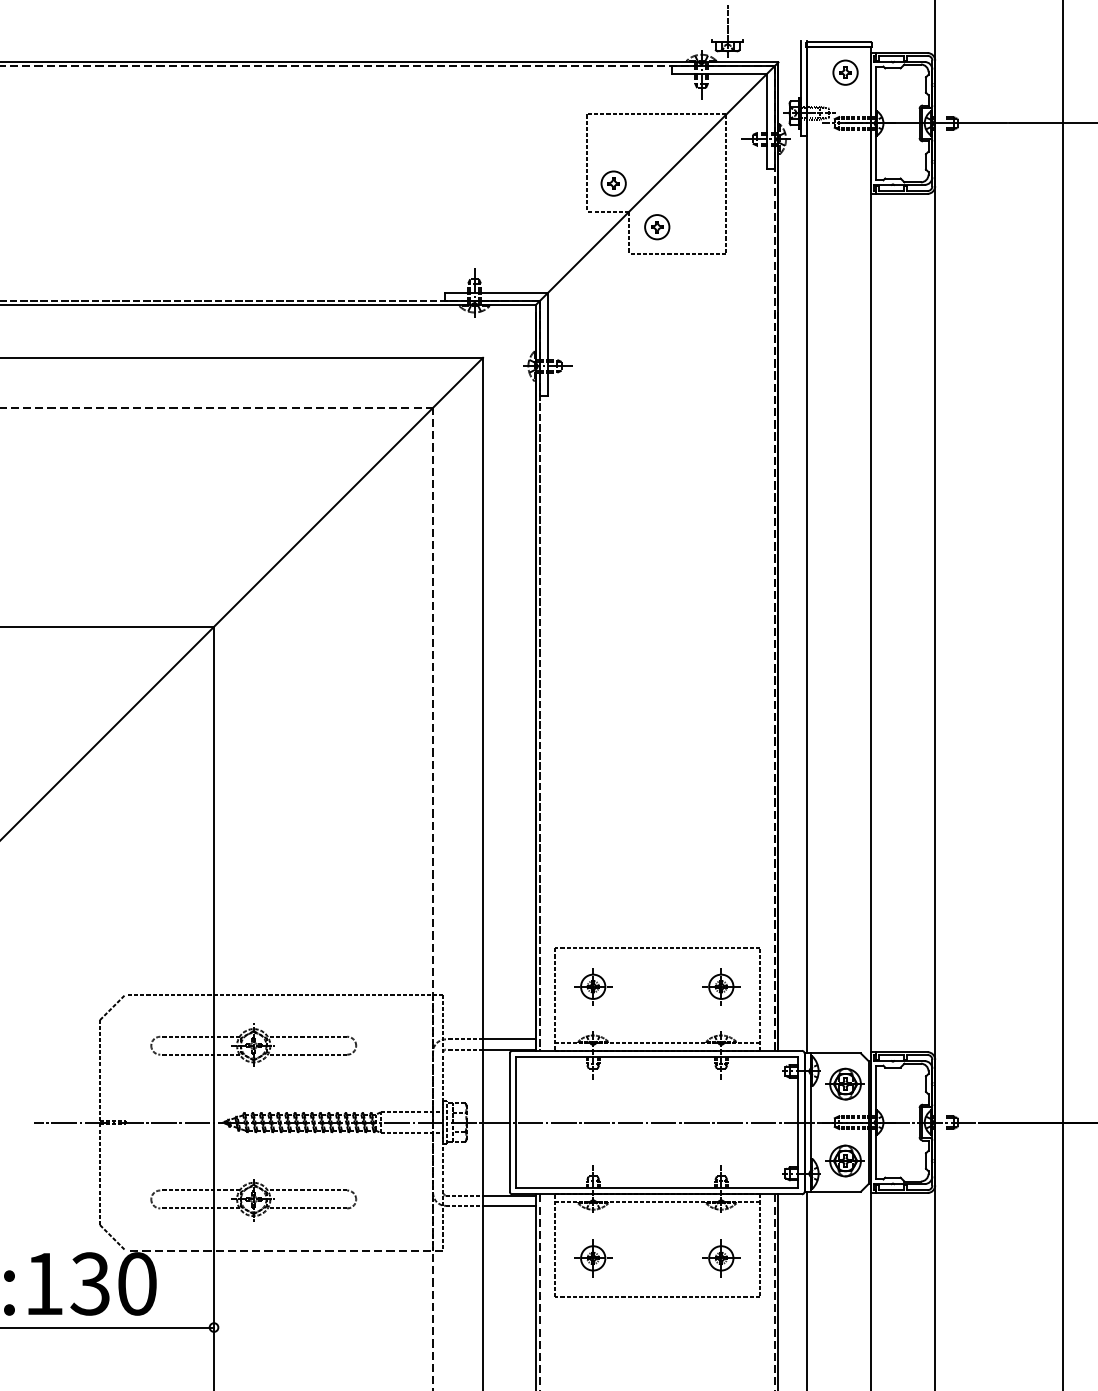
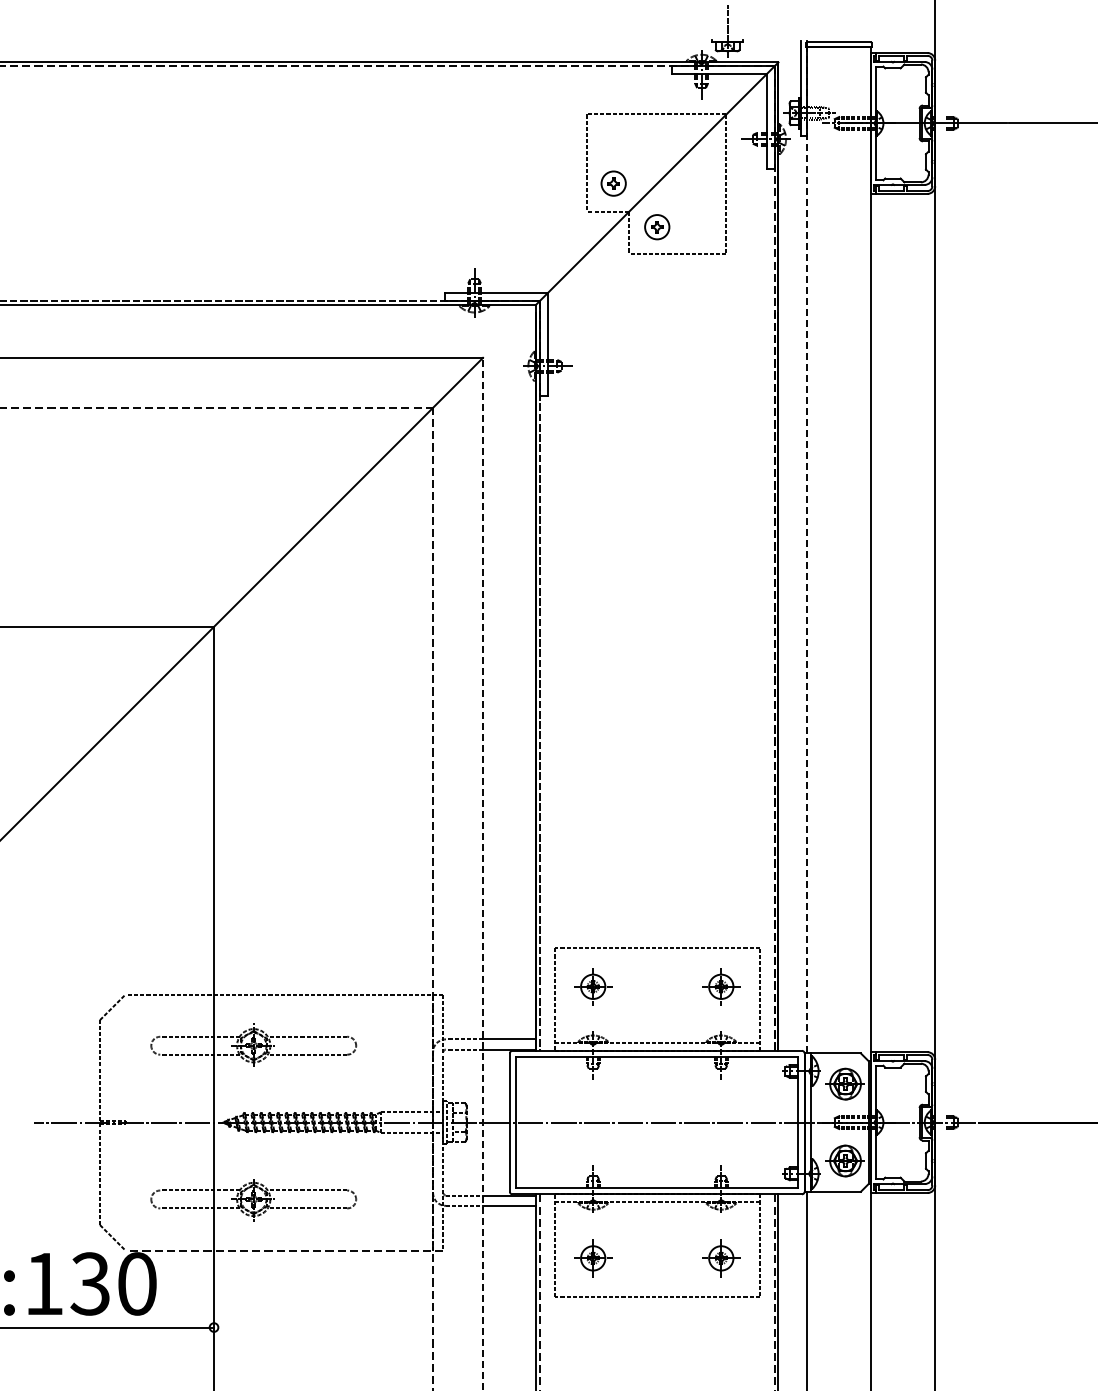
part at (845, 72): present -> none
line at (807, 549): solid -> dashed
line at (1063, 694): present -> none
line at (483, 873): solid -> dashed
